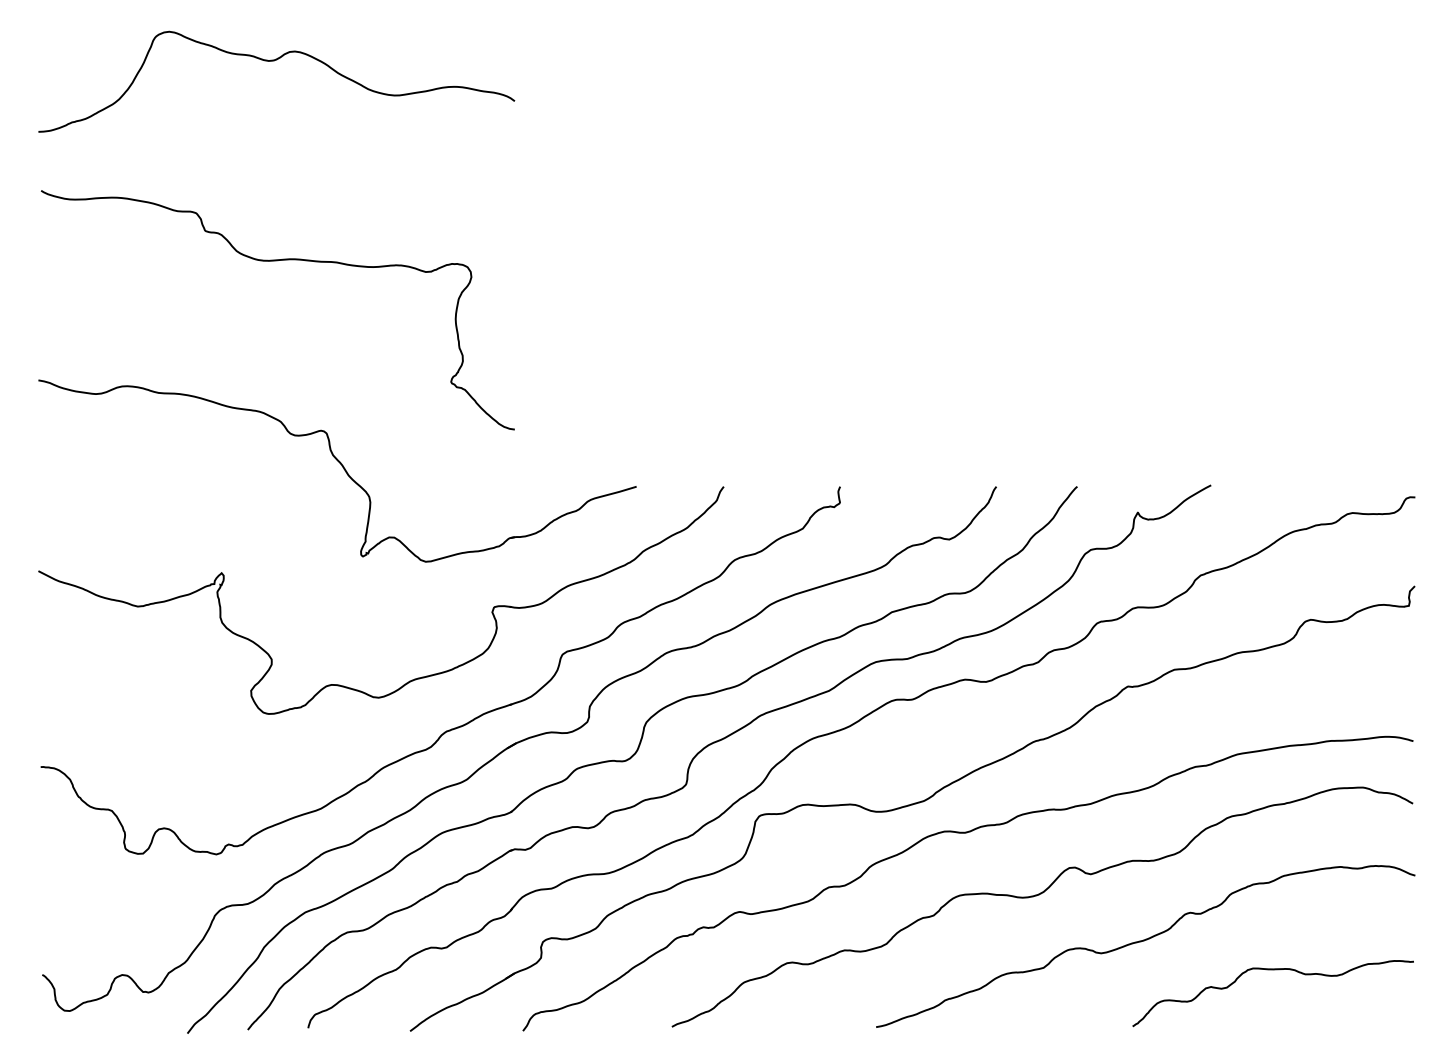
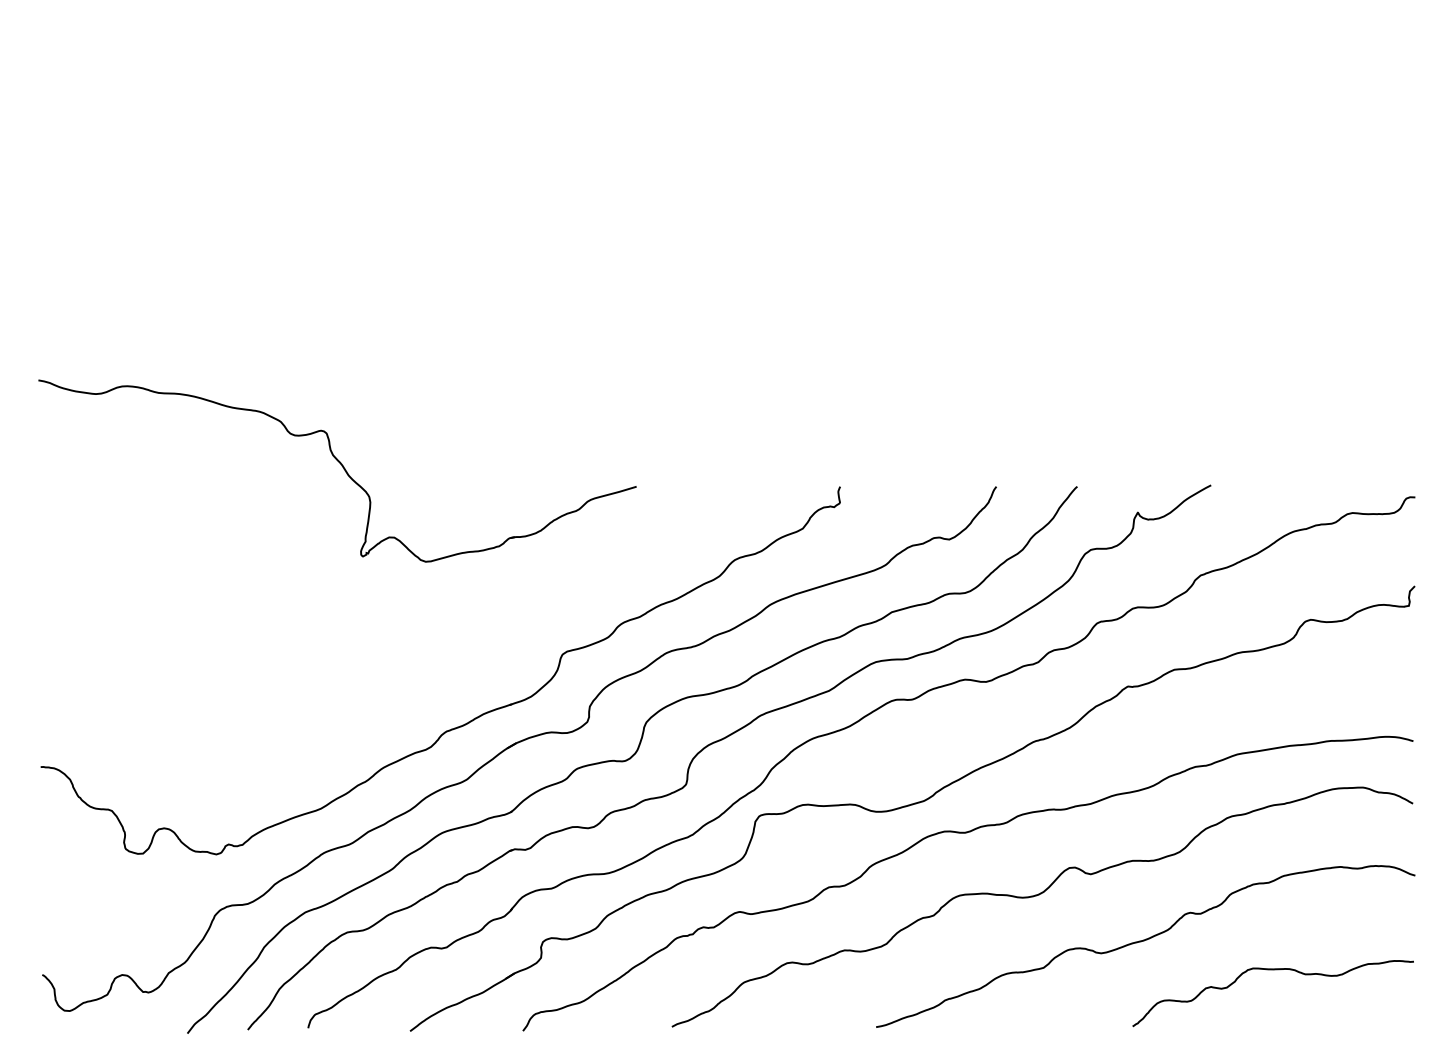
curve at (274, 61): present -> none
curve at (277, 261): present -> none
part at (414, 678): present -> none
